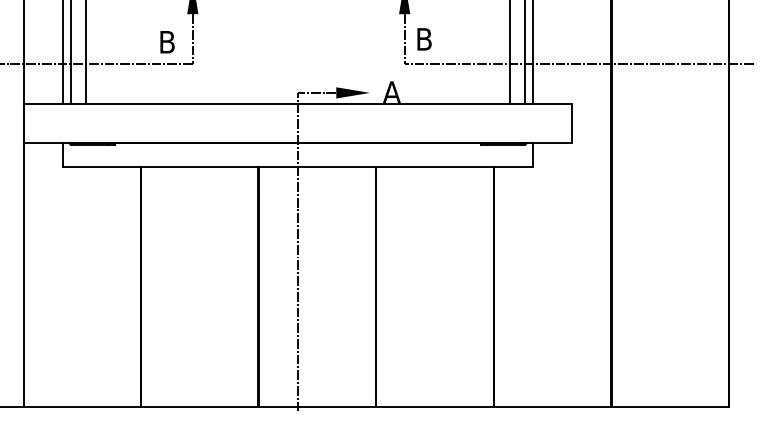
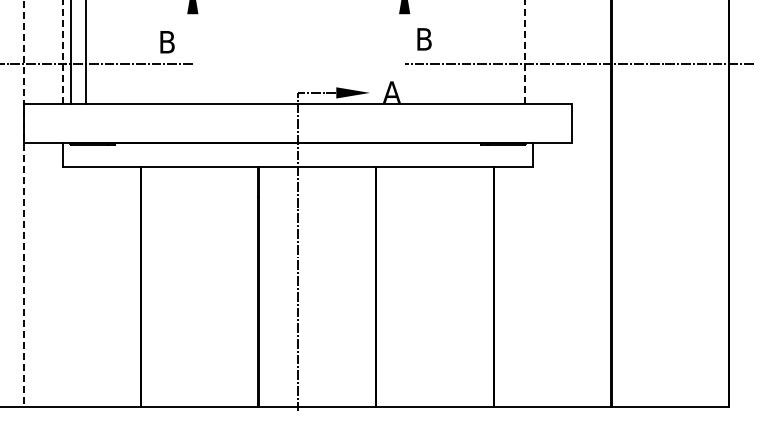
line at (192, 39): present -> none
line at (404, 39): present -> none
line at (62, 52): solid -> dashed
line at (525, 52): solid -> dashed
line at (509, 53): present -> none
line at (533, 53): present -> none
line at (23, 204): solid -> dashed
